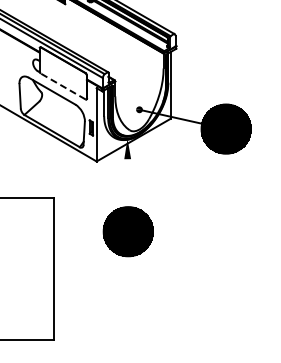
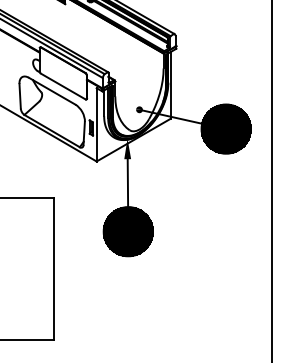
line at (63, 86): dashed -> solid
line at (272, 180): none -> present
line at (127, 183): none -> present
